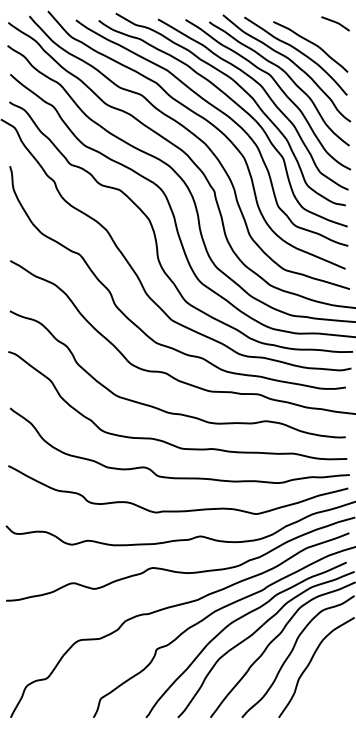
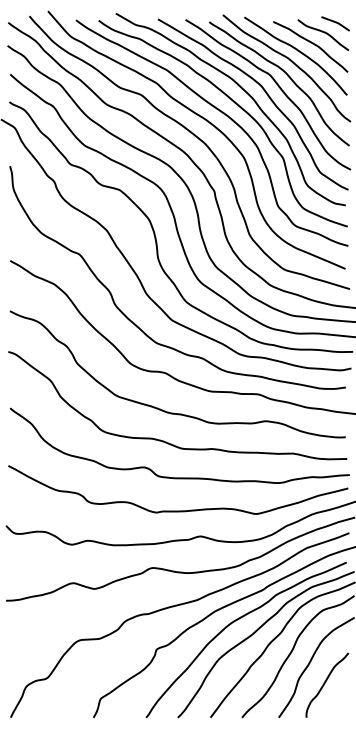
curve at (324, 33): none -> present
curve at (326, 682): none -> present
